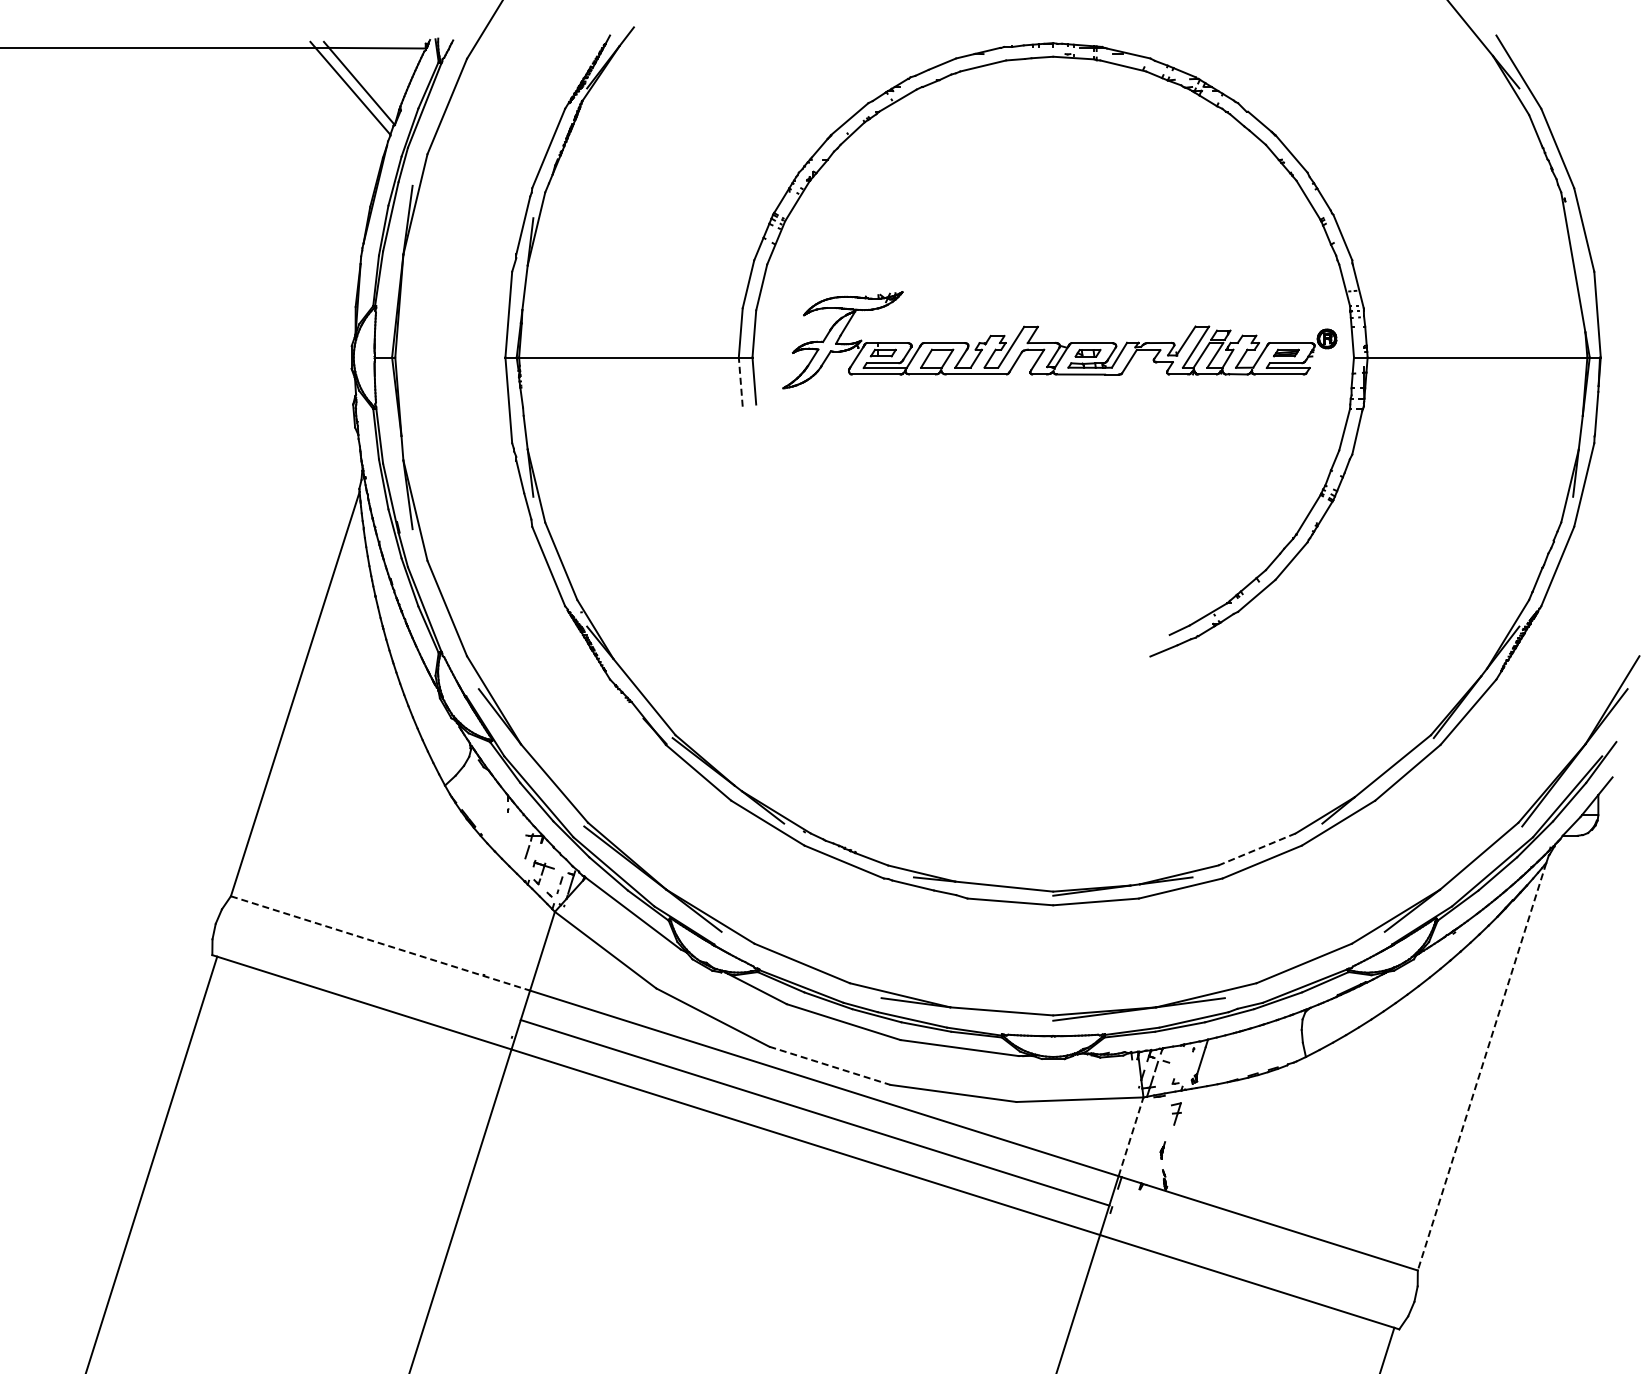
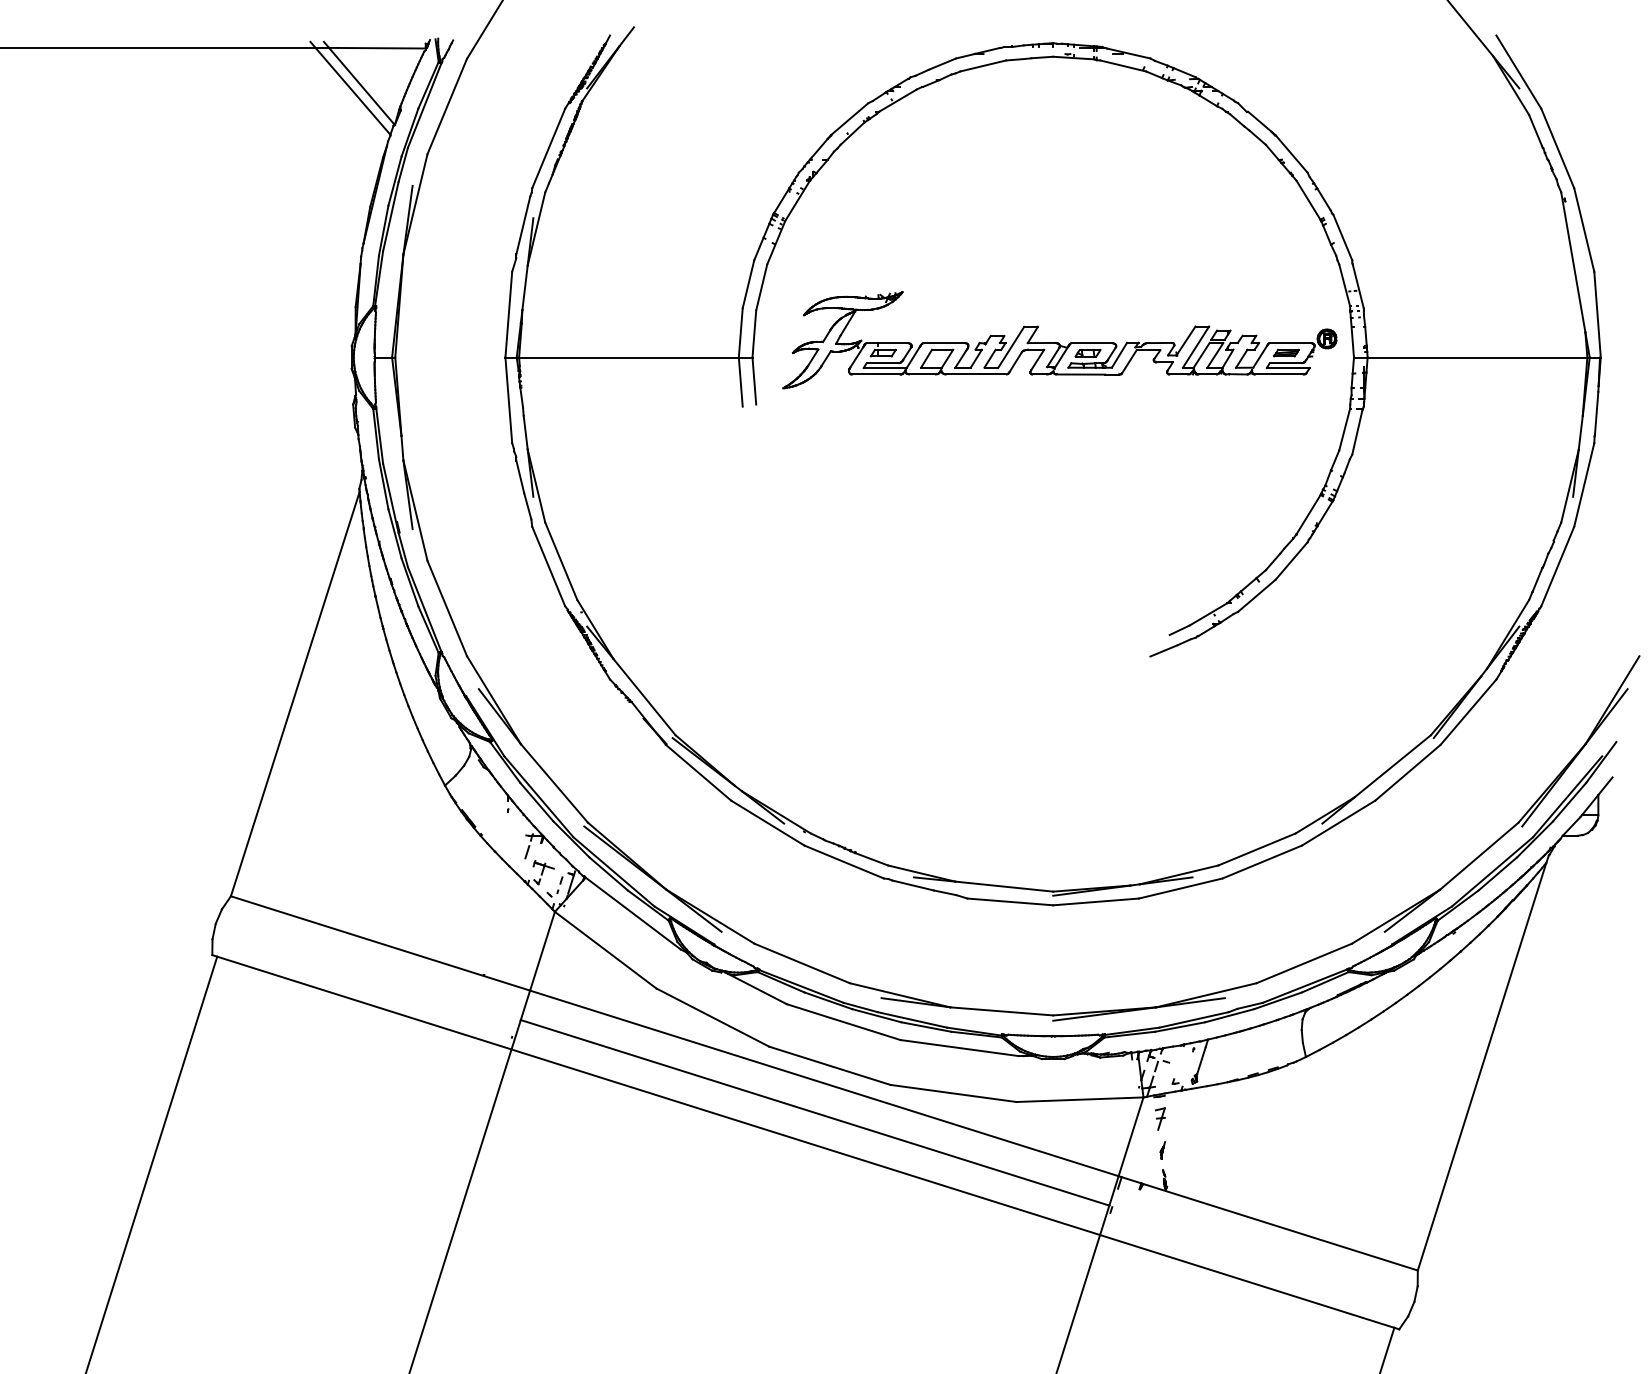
line at (740, 382): dashed -> solid
line at (1257, 849): dashed -> solid
line at (380, 943): dashed -> solid
line at (829, 1065): dashed -> solid
line at (1482, 1066): dashed -> solid
part at (1176, 1113) position: (1176, 1113) -> (1160, 1118)
line at (1131, 1136): dashed -> solid
